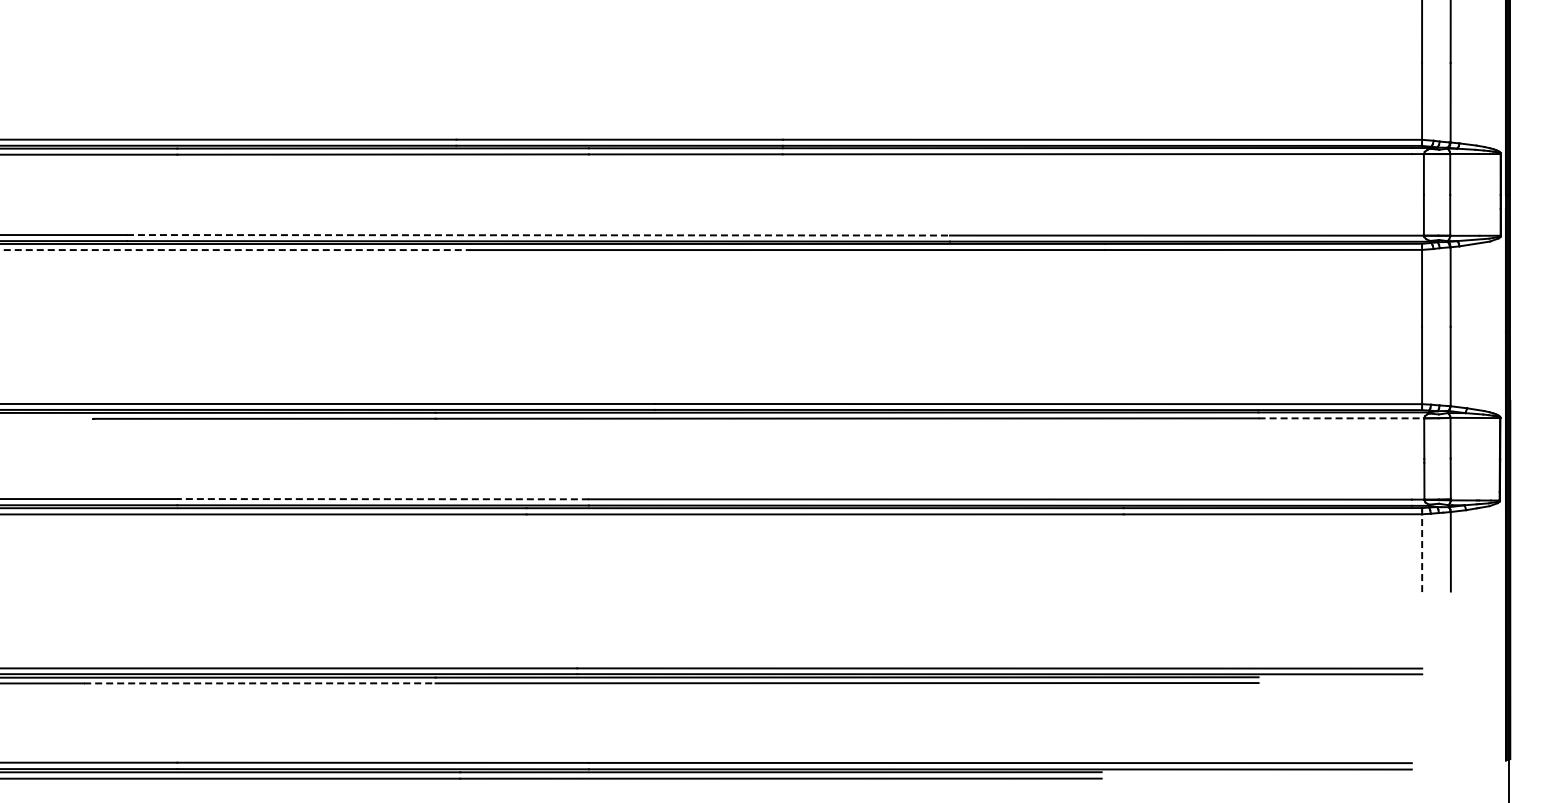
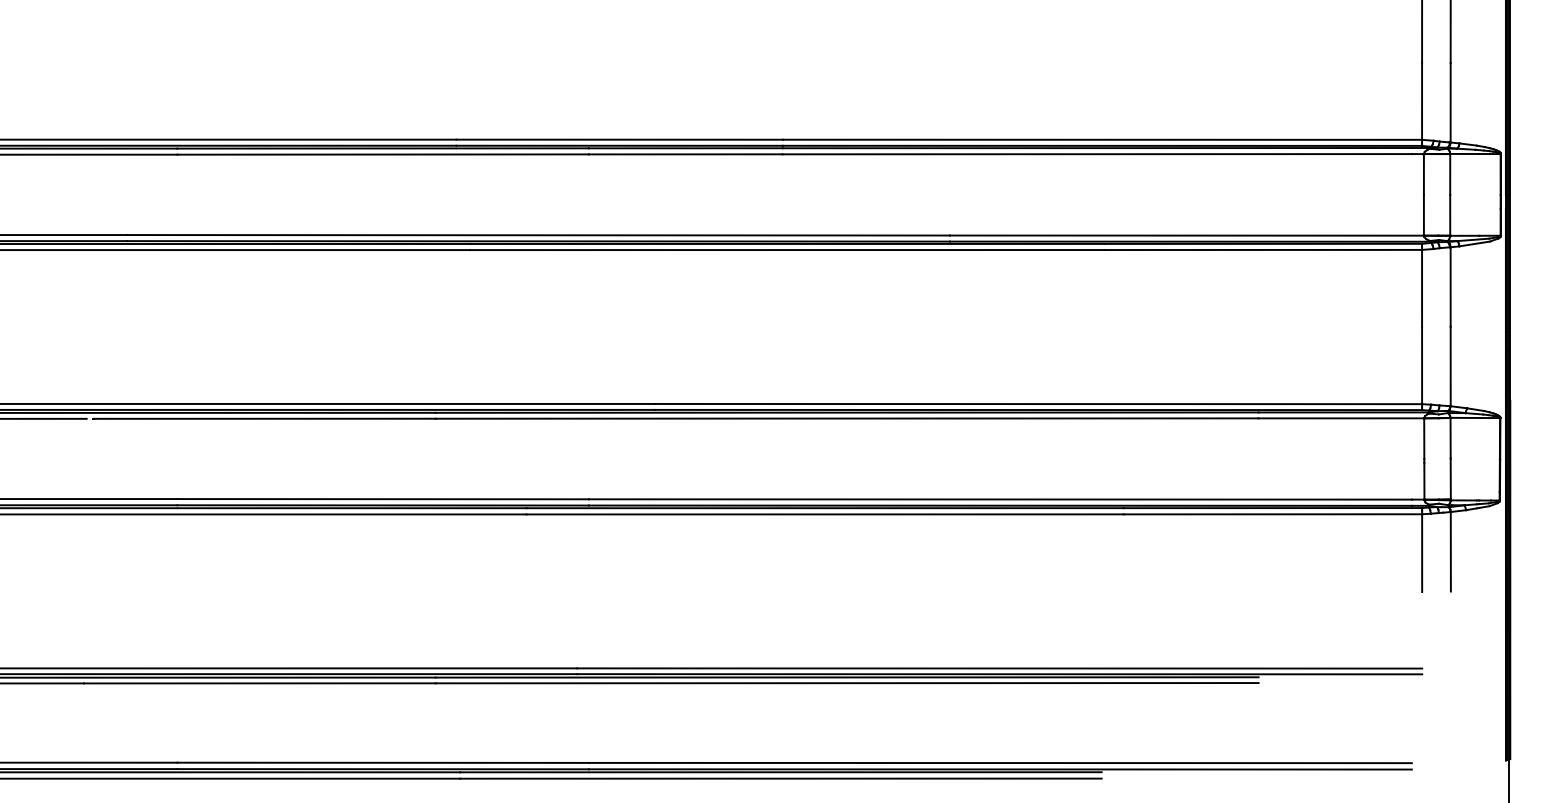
line at (538, 235): dashed -> solid
line at (235, 250): dashed -> solid
line at (44, 418): none -> present
line at (1341, 418): dashed -> solid
line at (383, 499): dashed -> solid
line at (1422, 553): dashed -> solid
line at (259, 683): dashed -> solid
